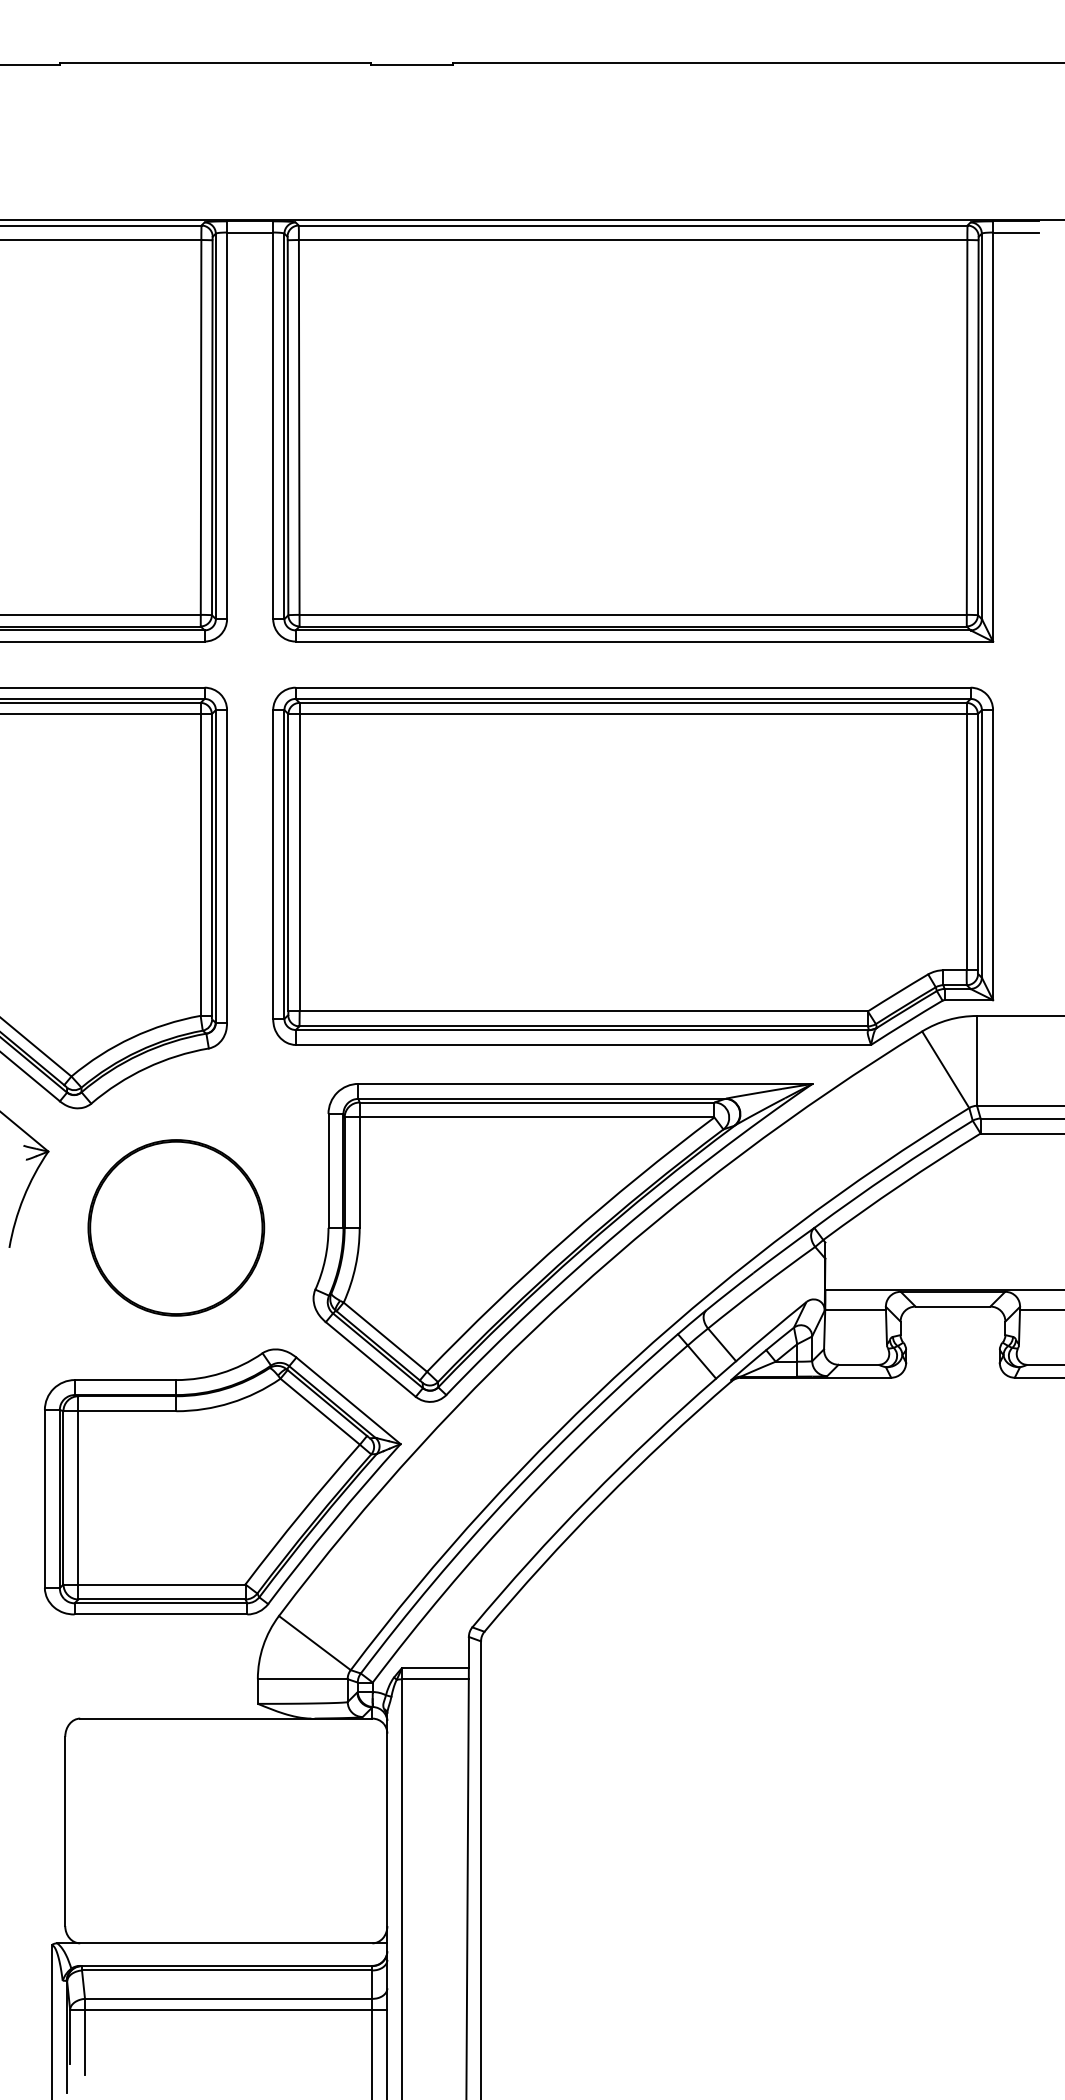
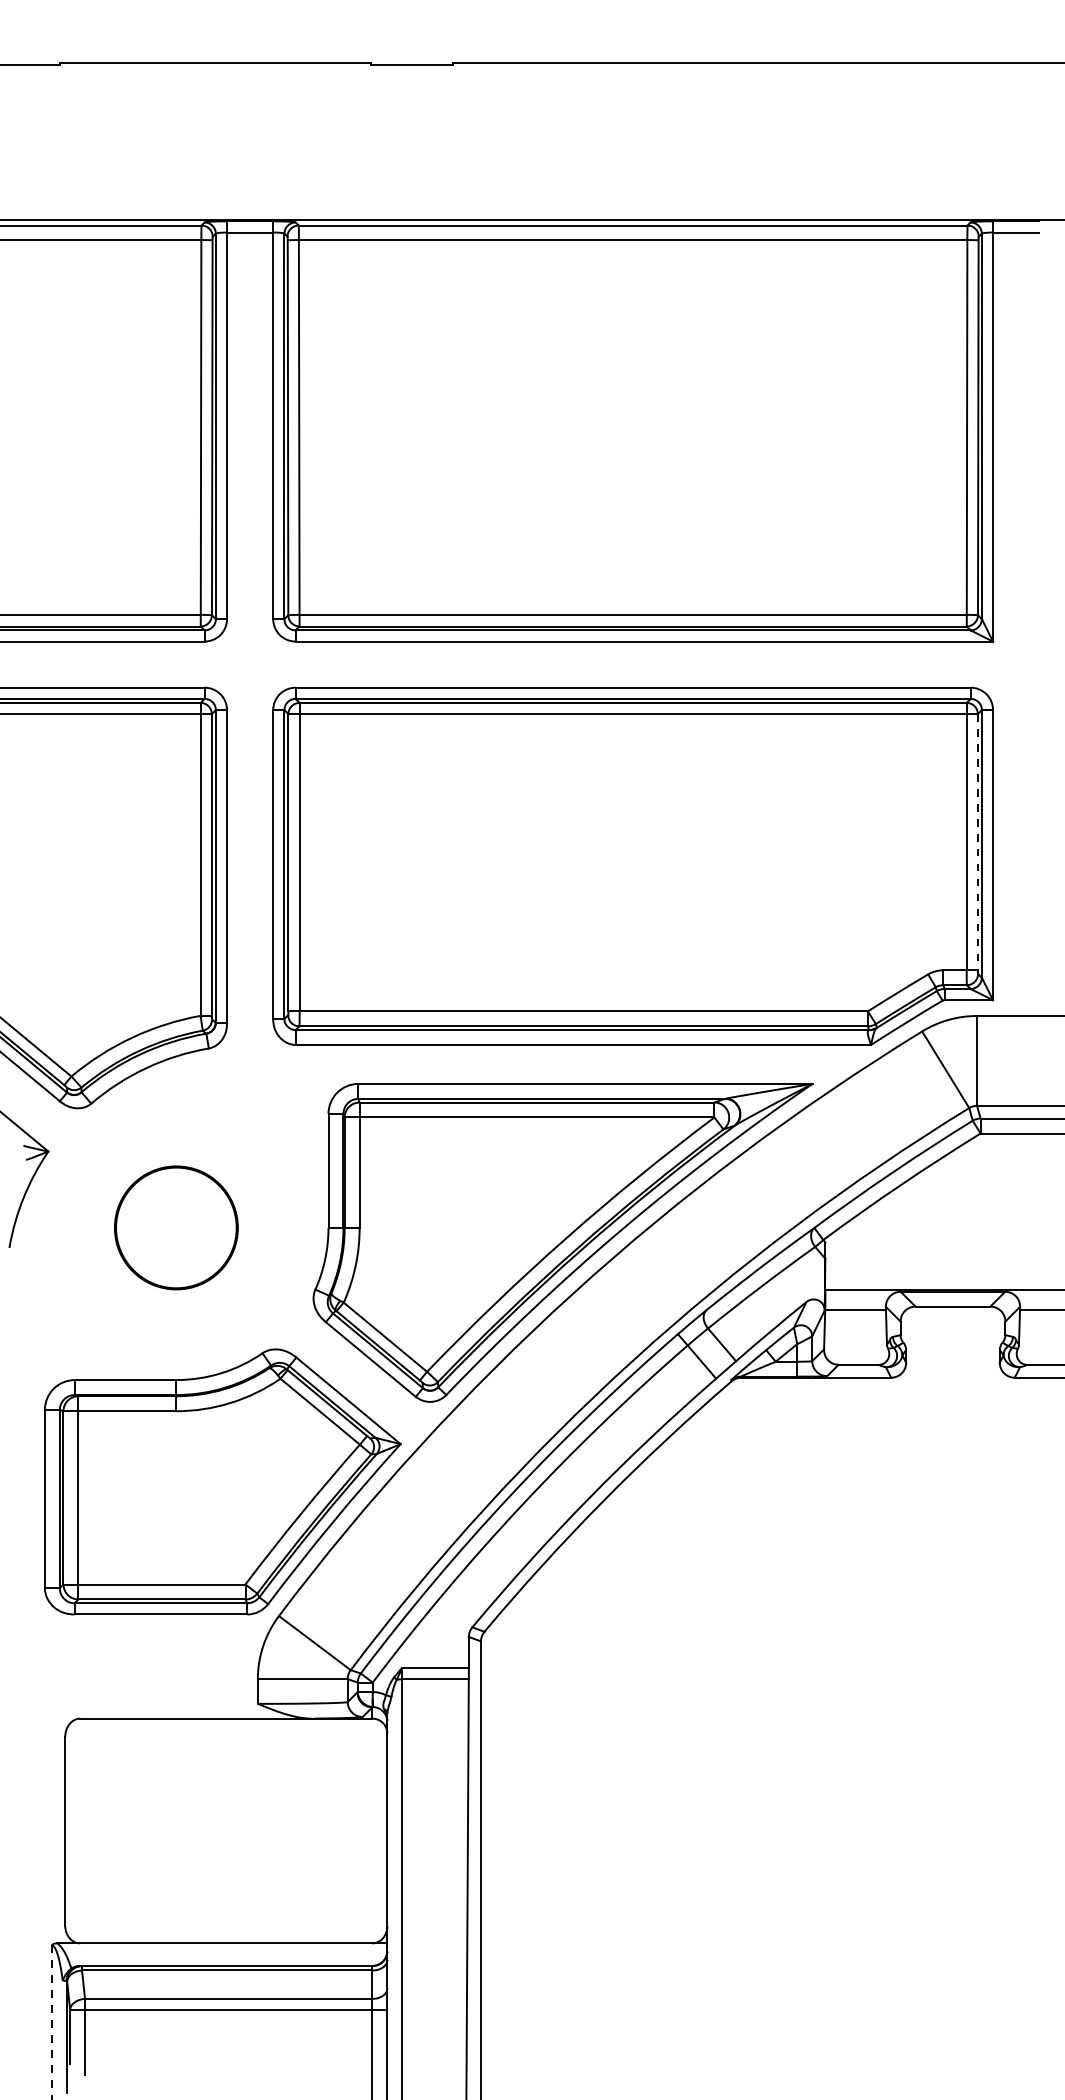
line at (977, 842): solid -> dashed
part at (176, 1227) size: 179x178 px -> 125x126 px
line at (51, 2023): solid -> dashed
